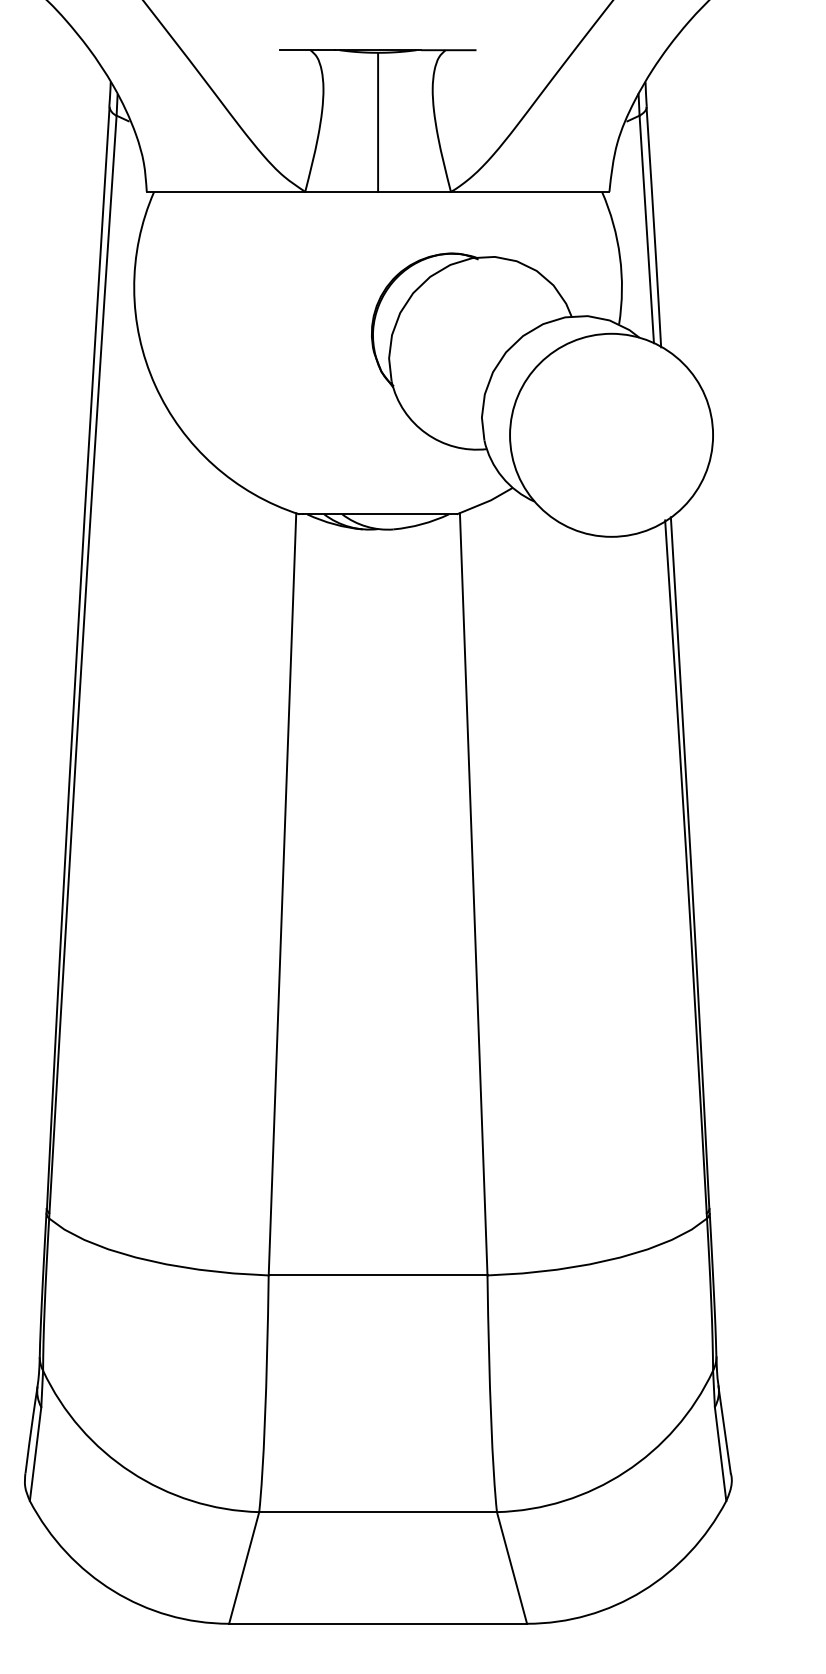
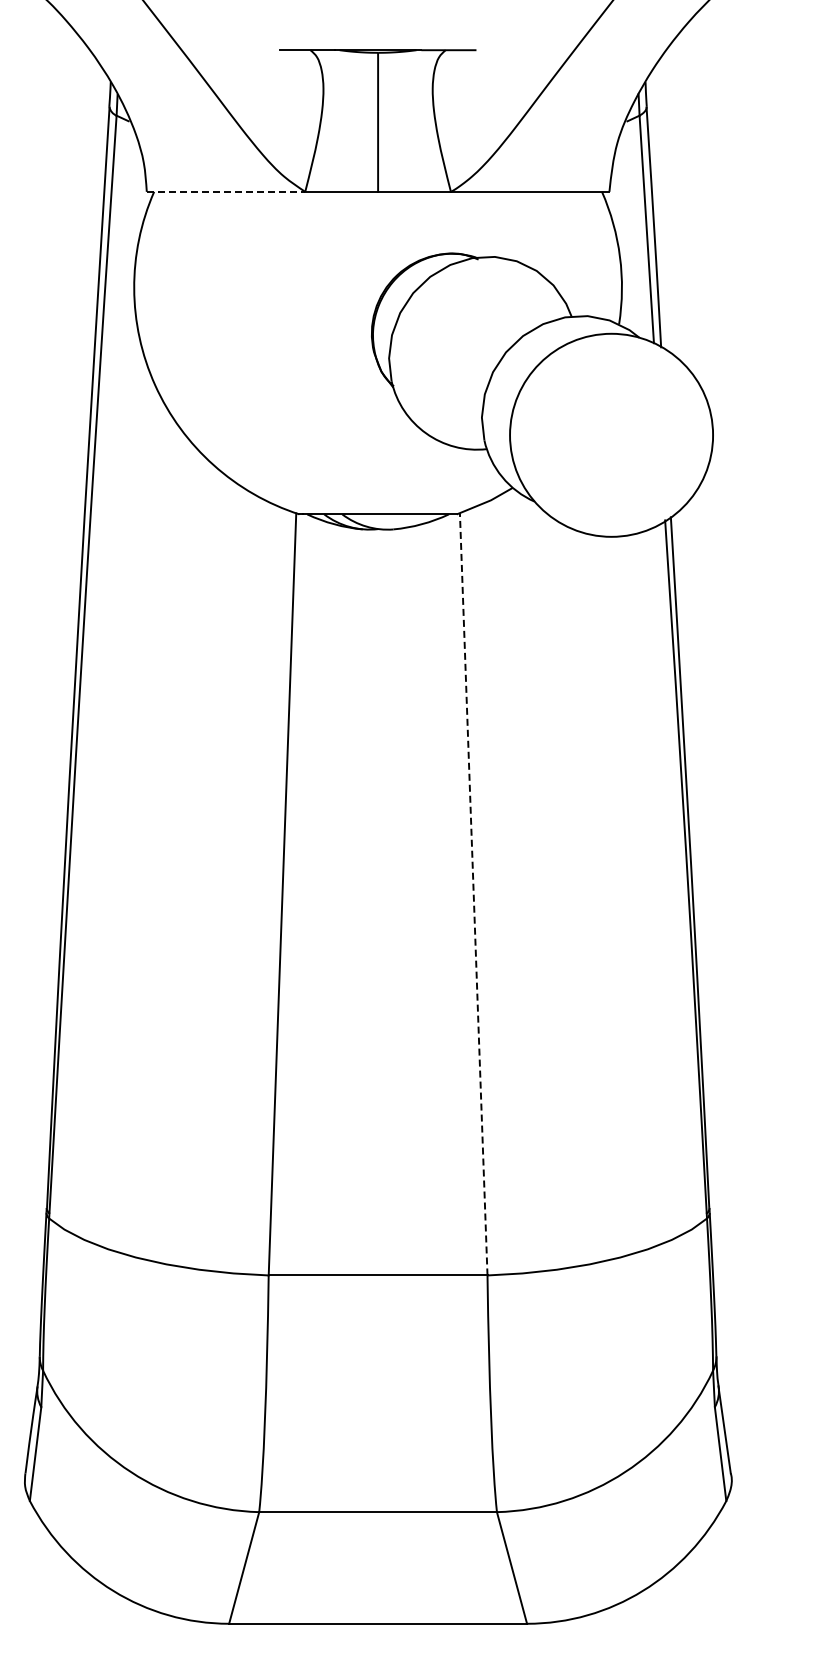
line at (226, 191): solid -> dashed
line at (473, 893): solid -> dashed
